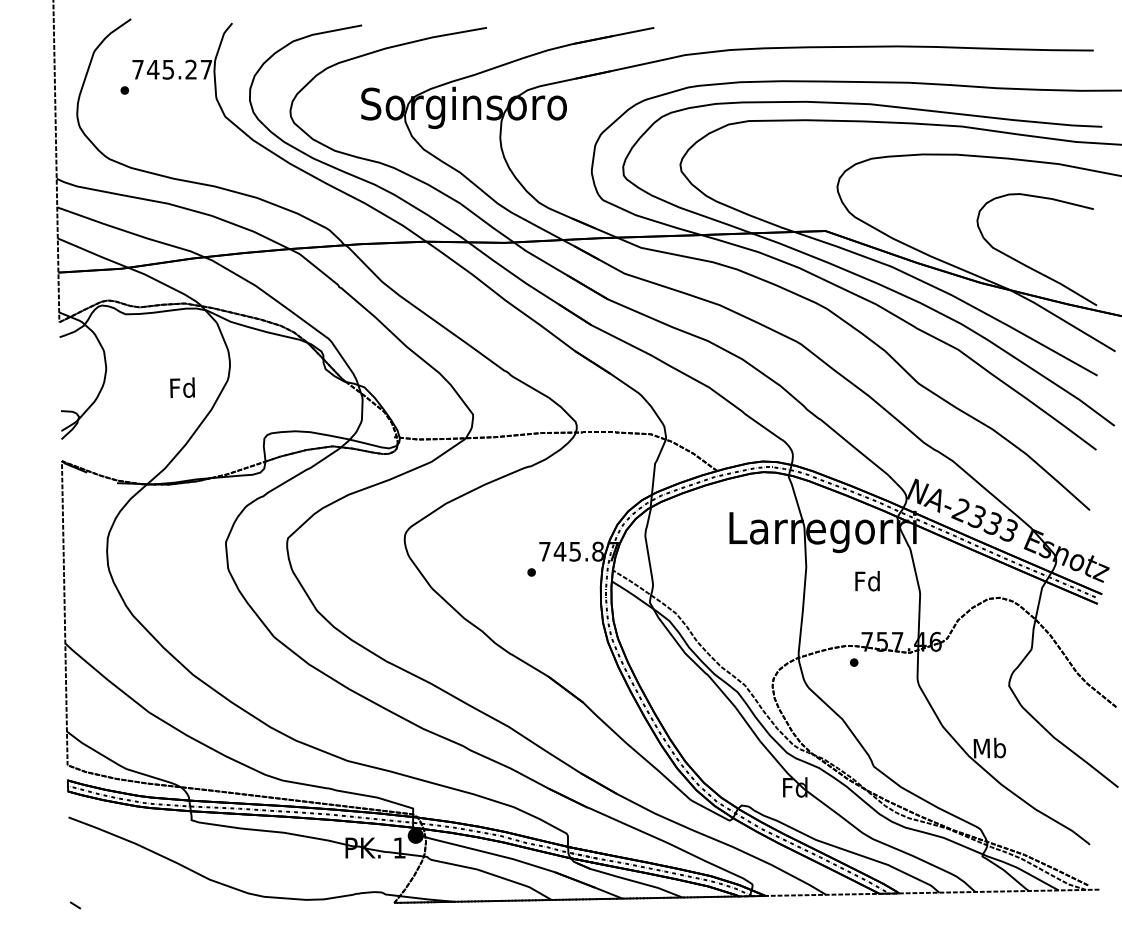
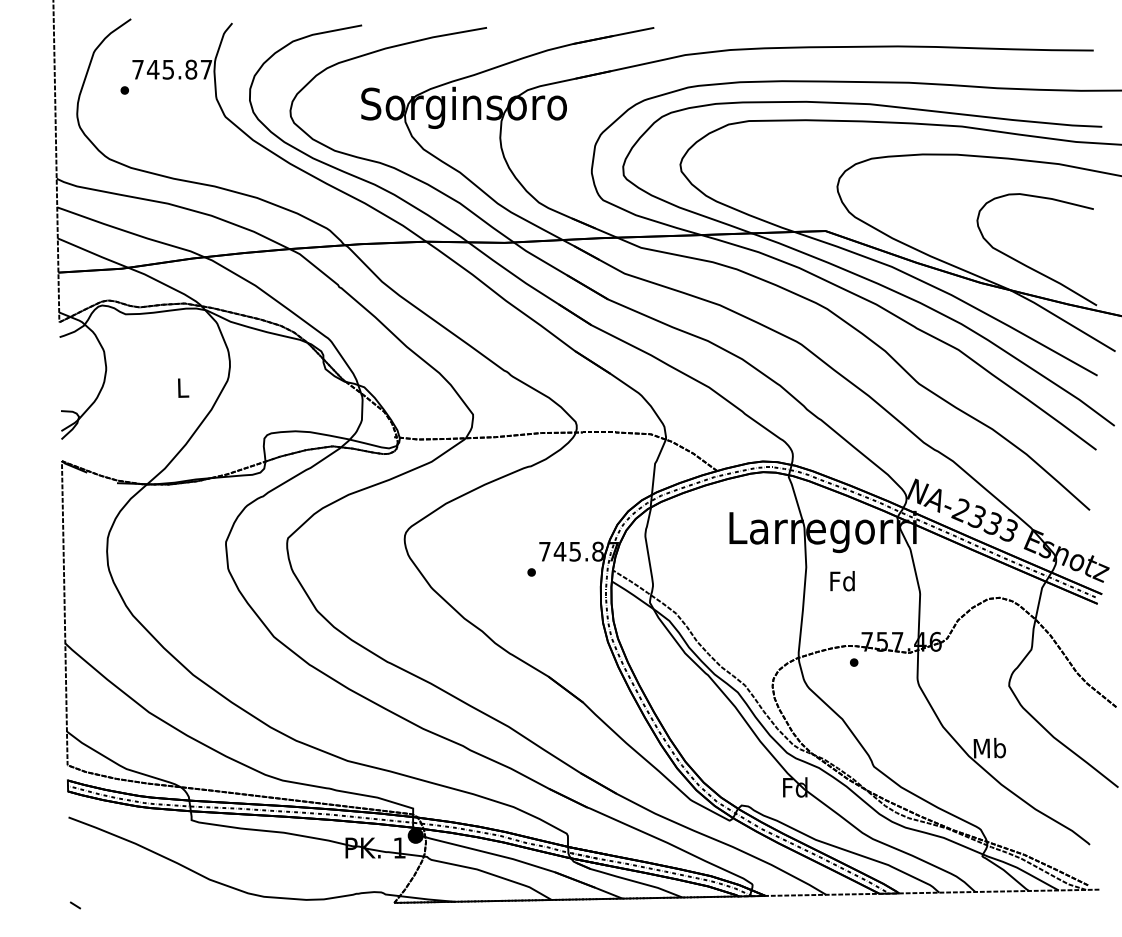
text at (191, 69): 745.27 -> 745.87
text at (182, 387): Fd -> L
text at (867, 581) position: (867, 581) -> (842, 581)
